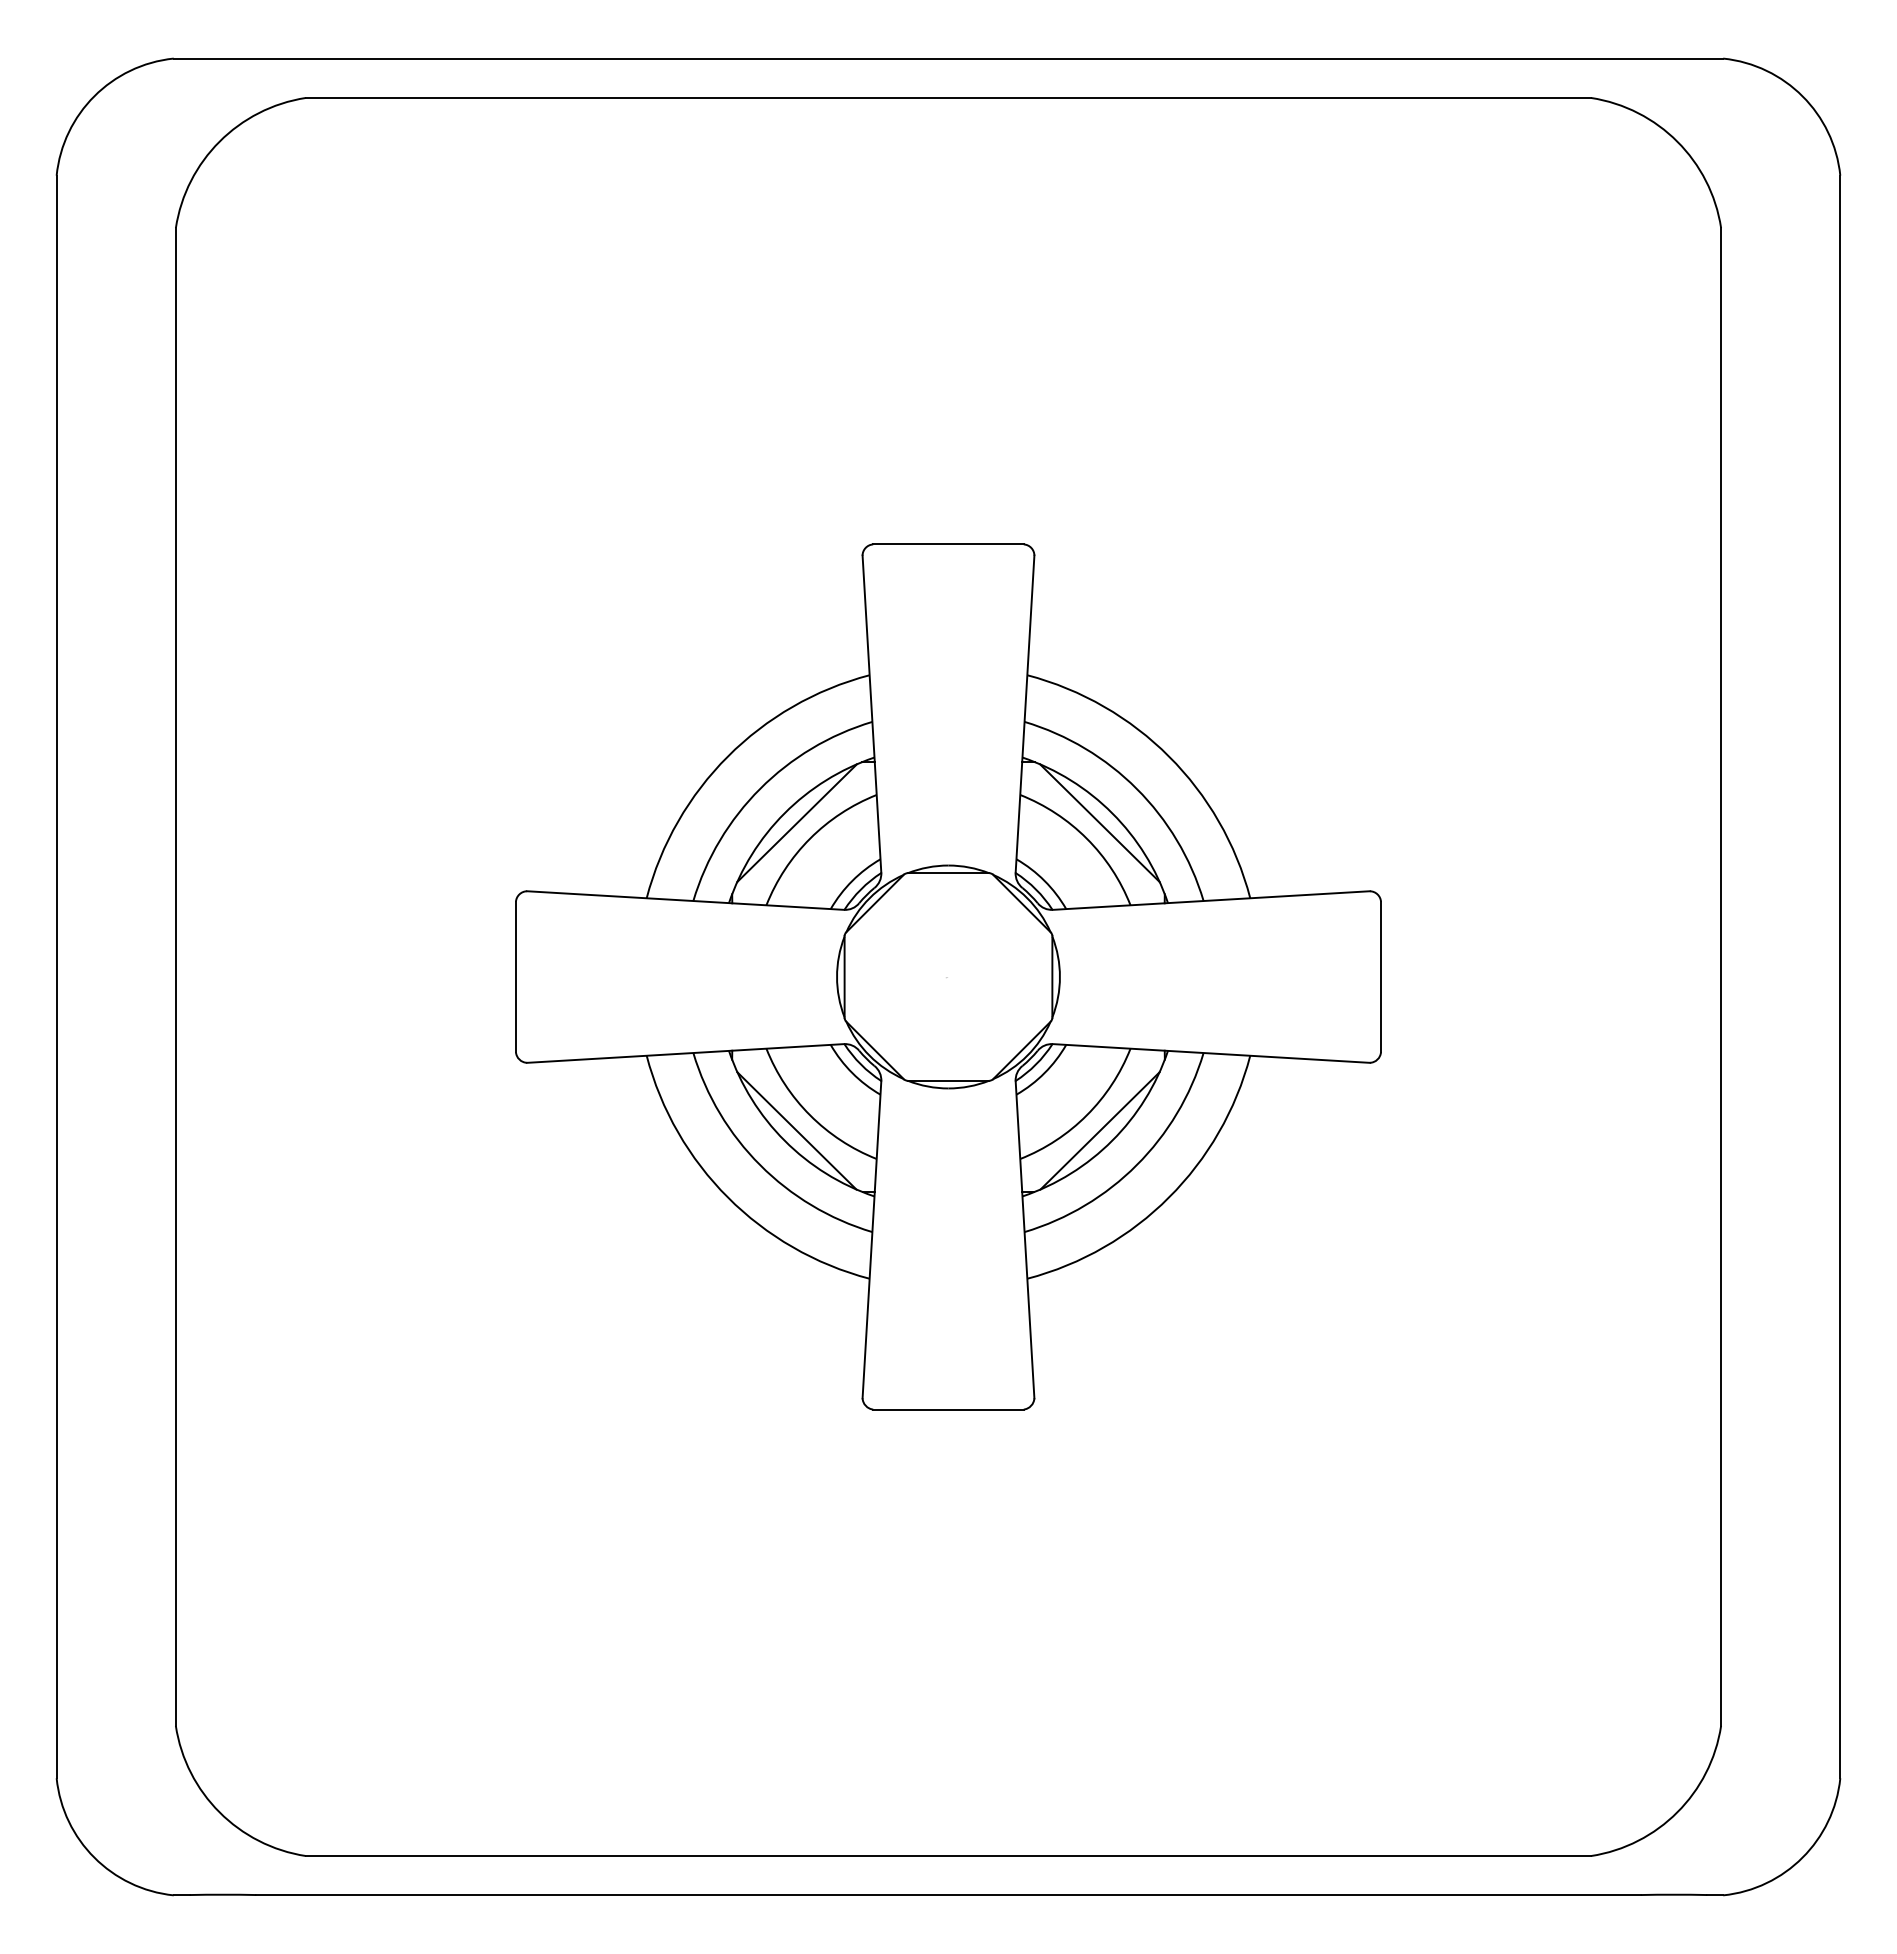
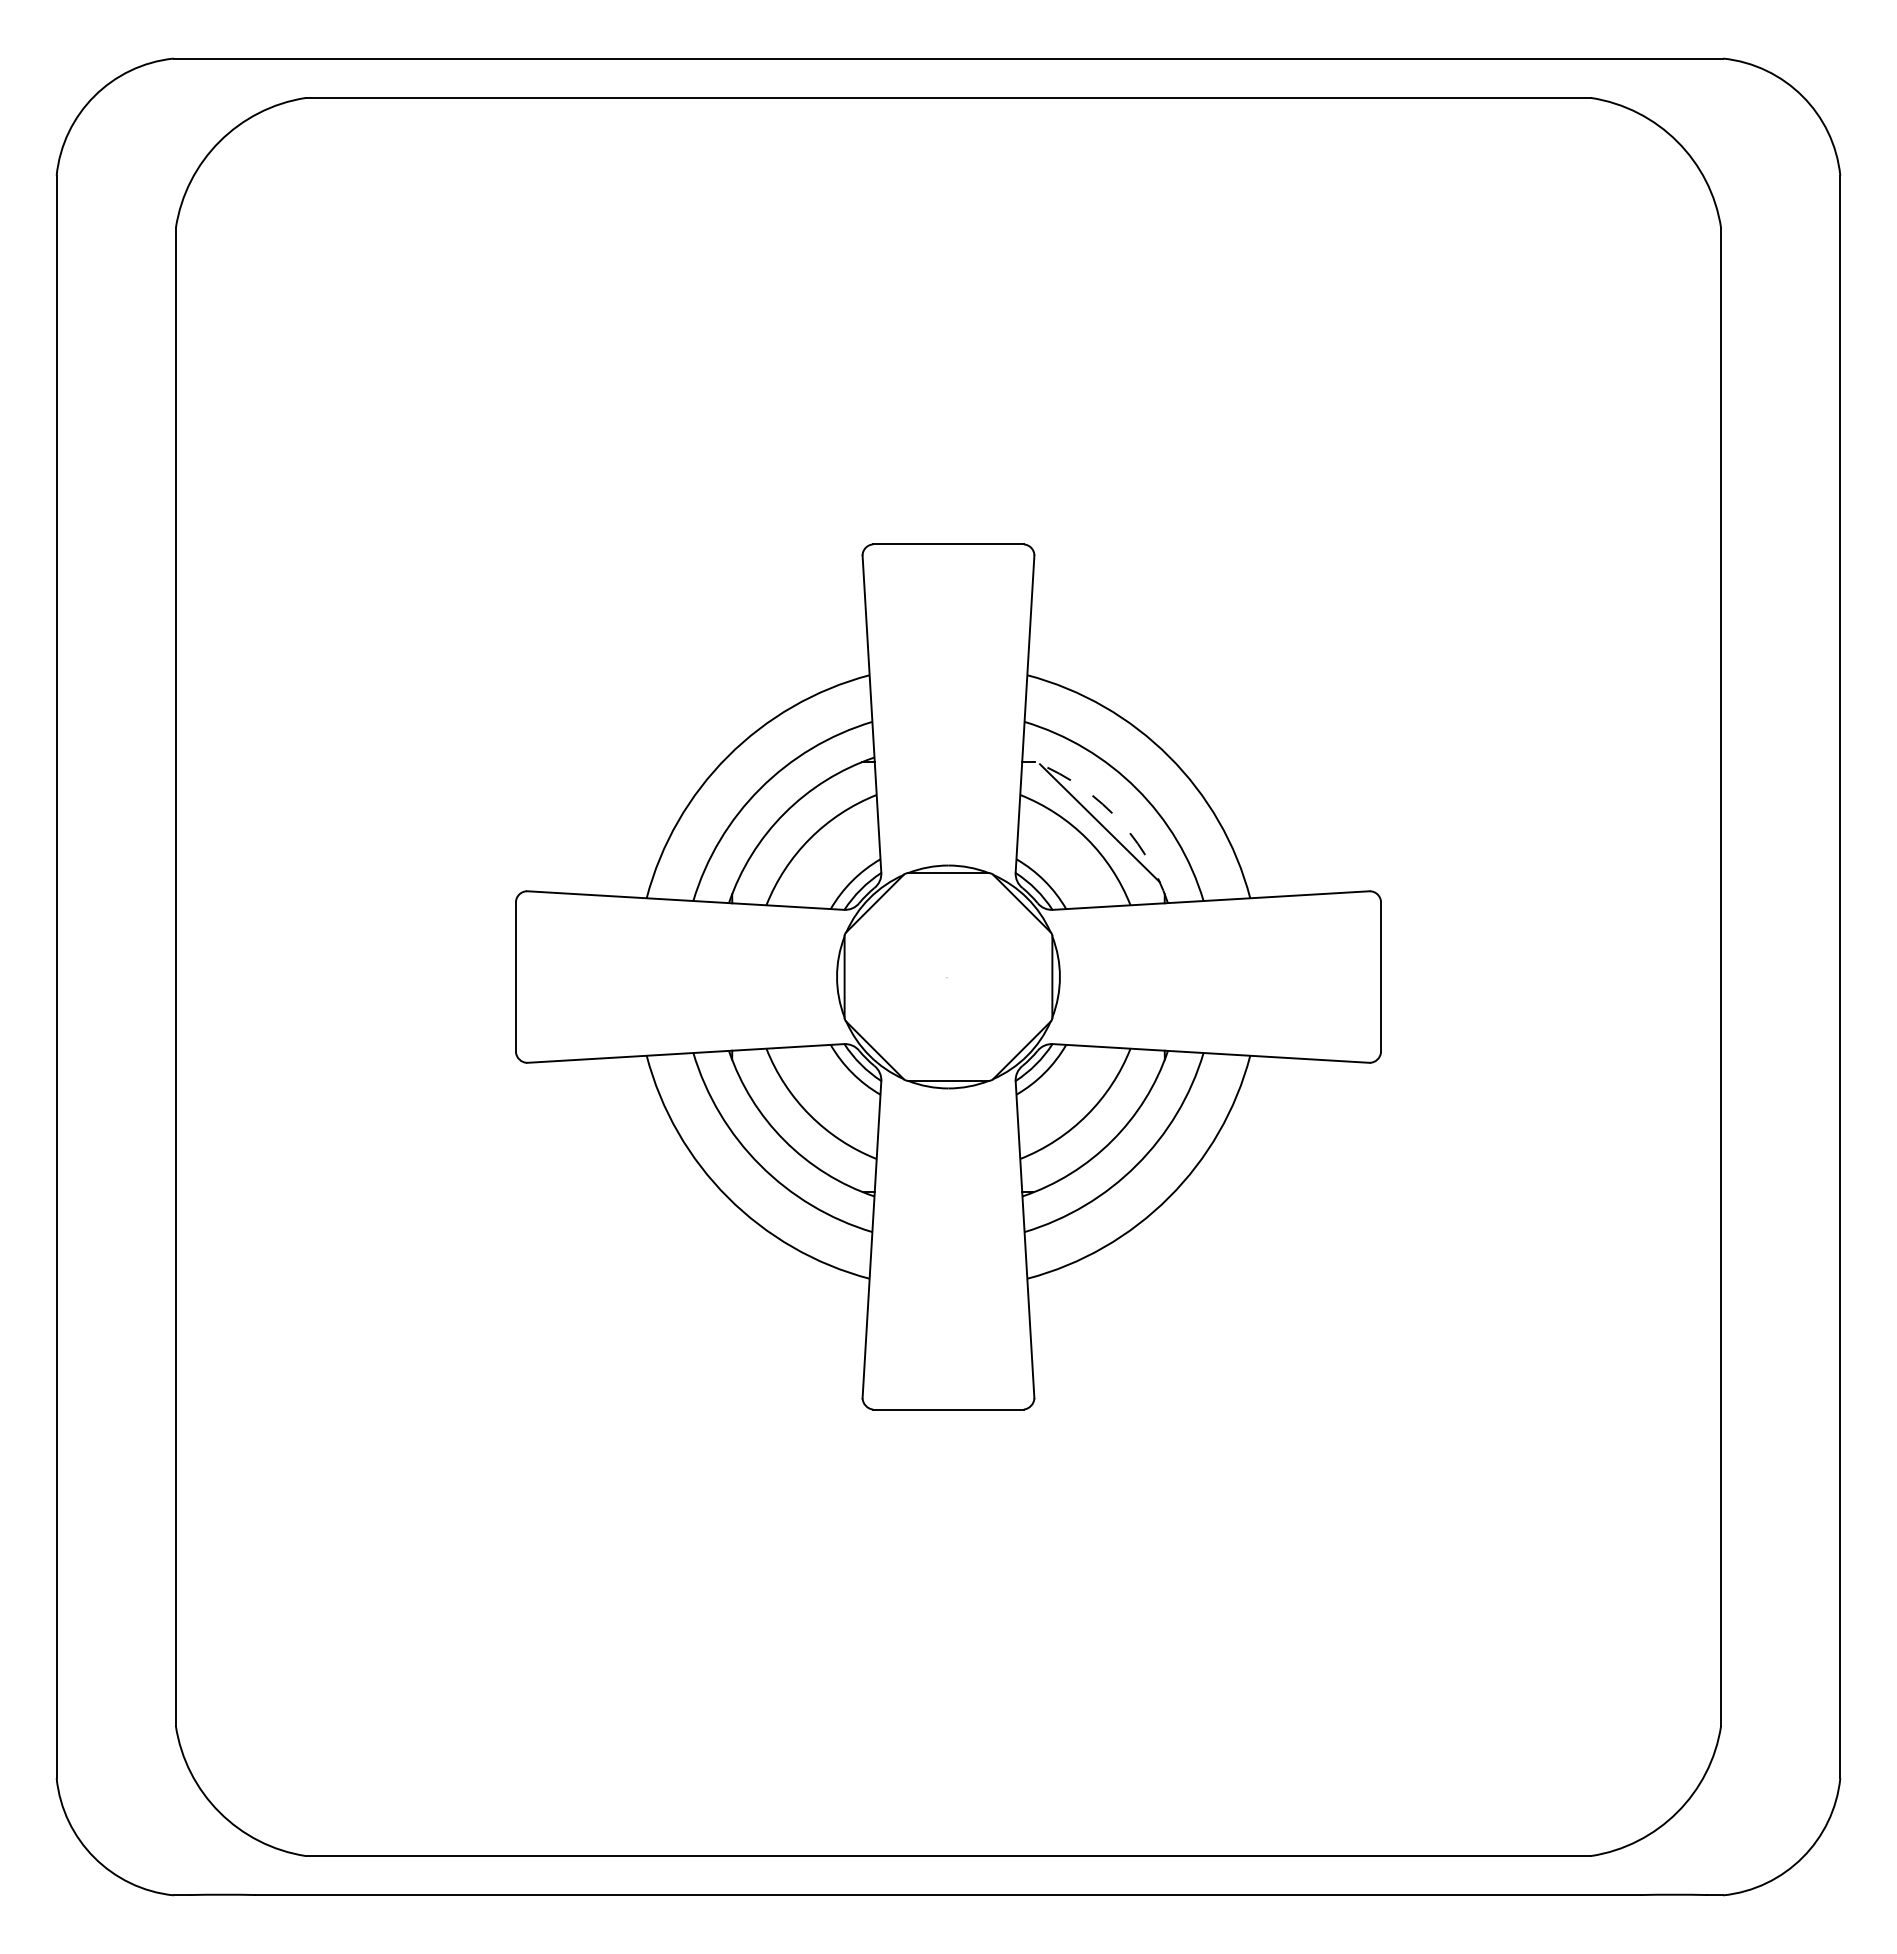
arc at (1112, 813): solid -> dashed
line at (797, 823): present -> none
line at (796, 1130): present -> none
line at (1099, 1130): present -> none
